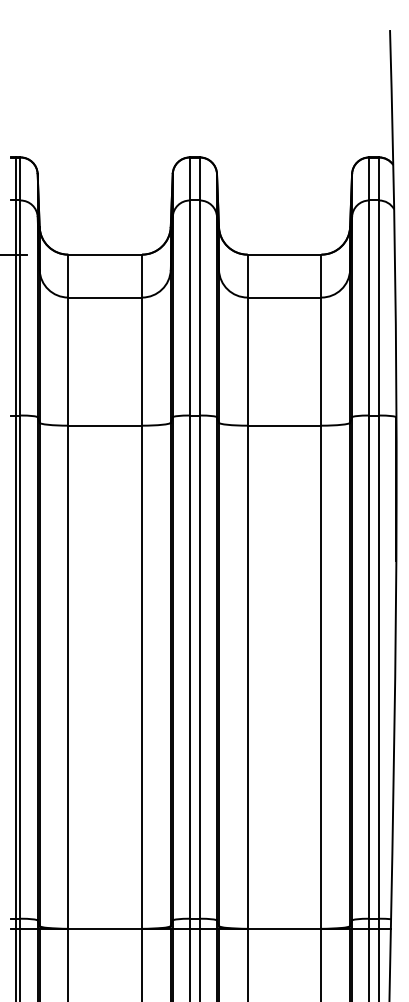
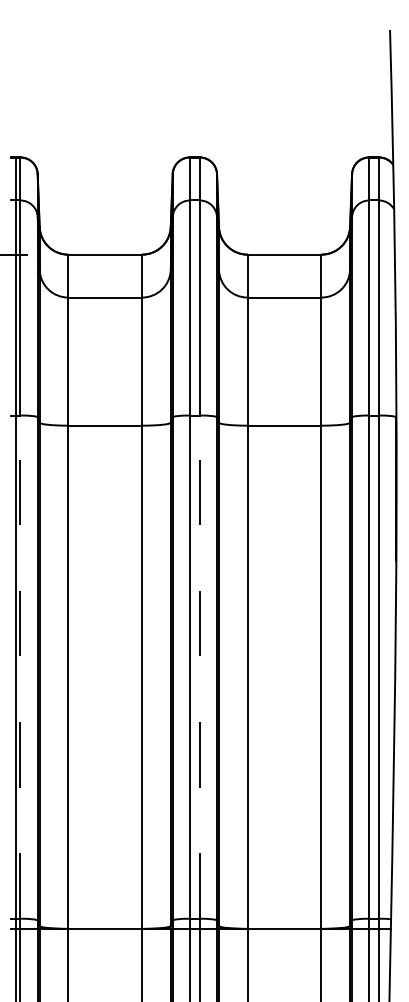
line at (20, 667): solid -> dashed
line at (199, 667): solid -> dashed
